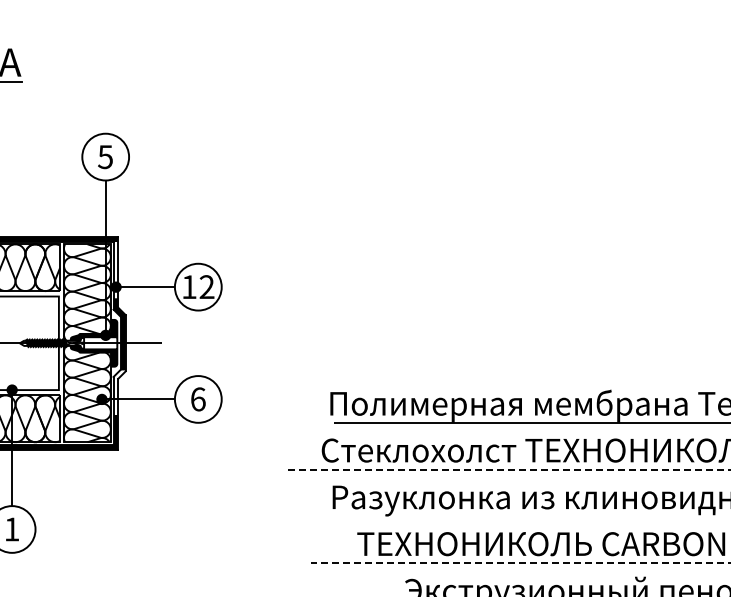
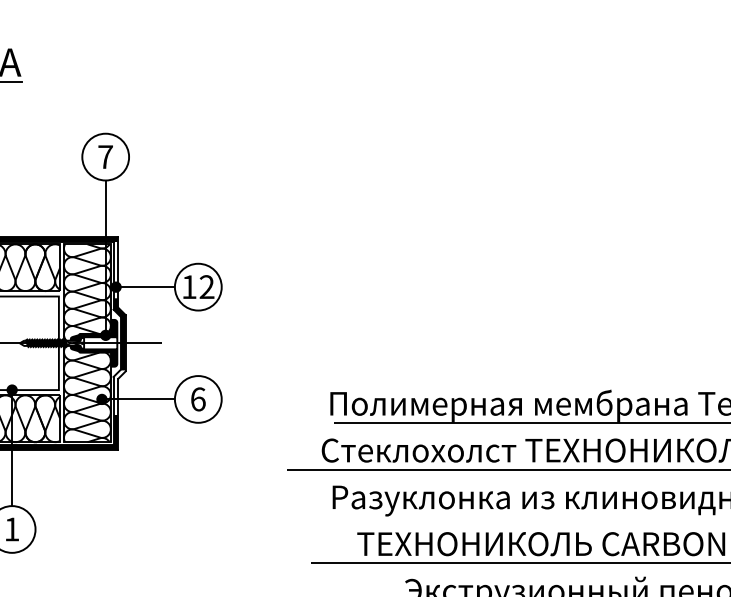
text at (105, 157): 5 -> 7
line at (509, 469): dashed -> solid
line at (520, 563): dashed -> solid
